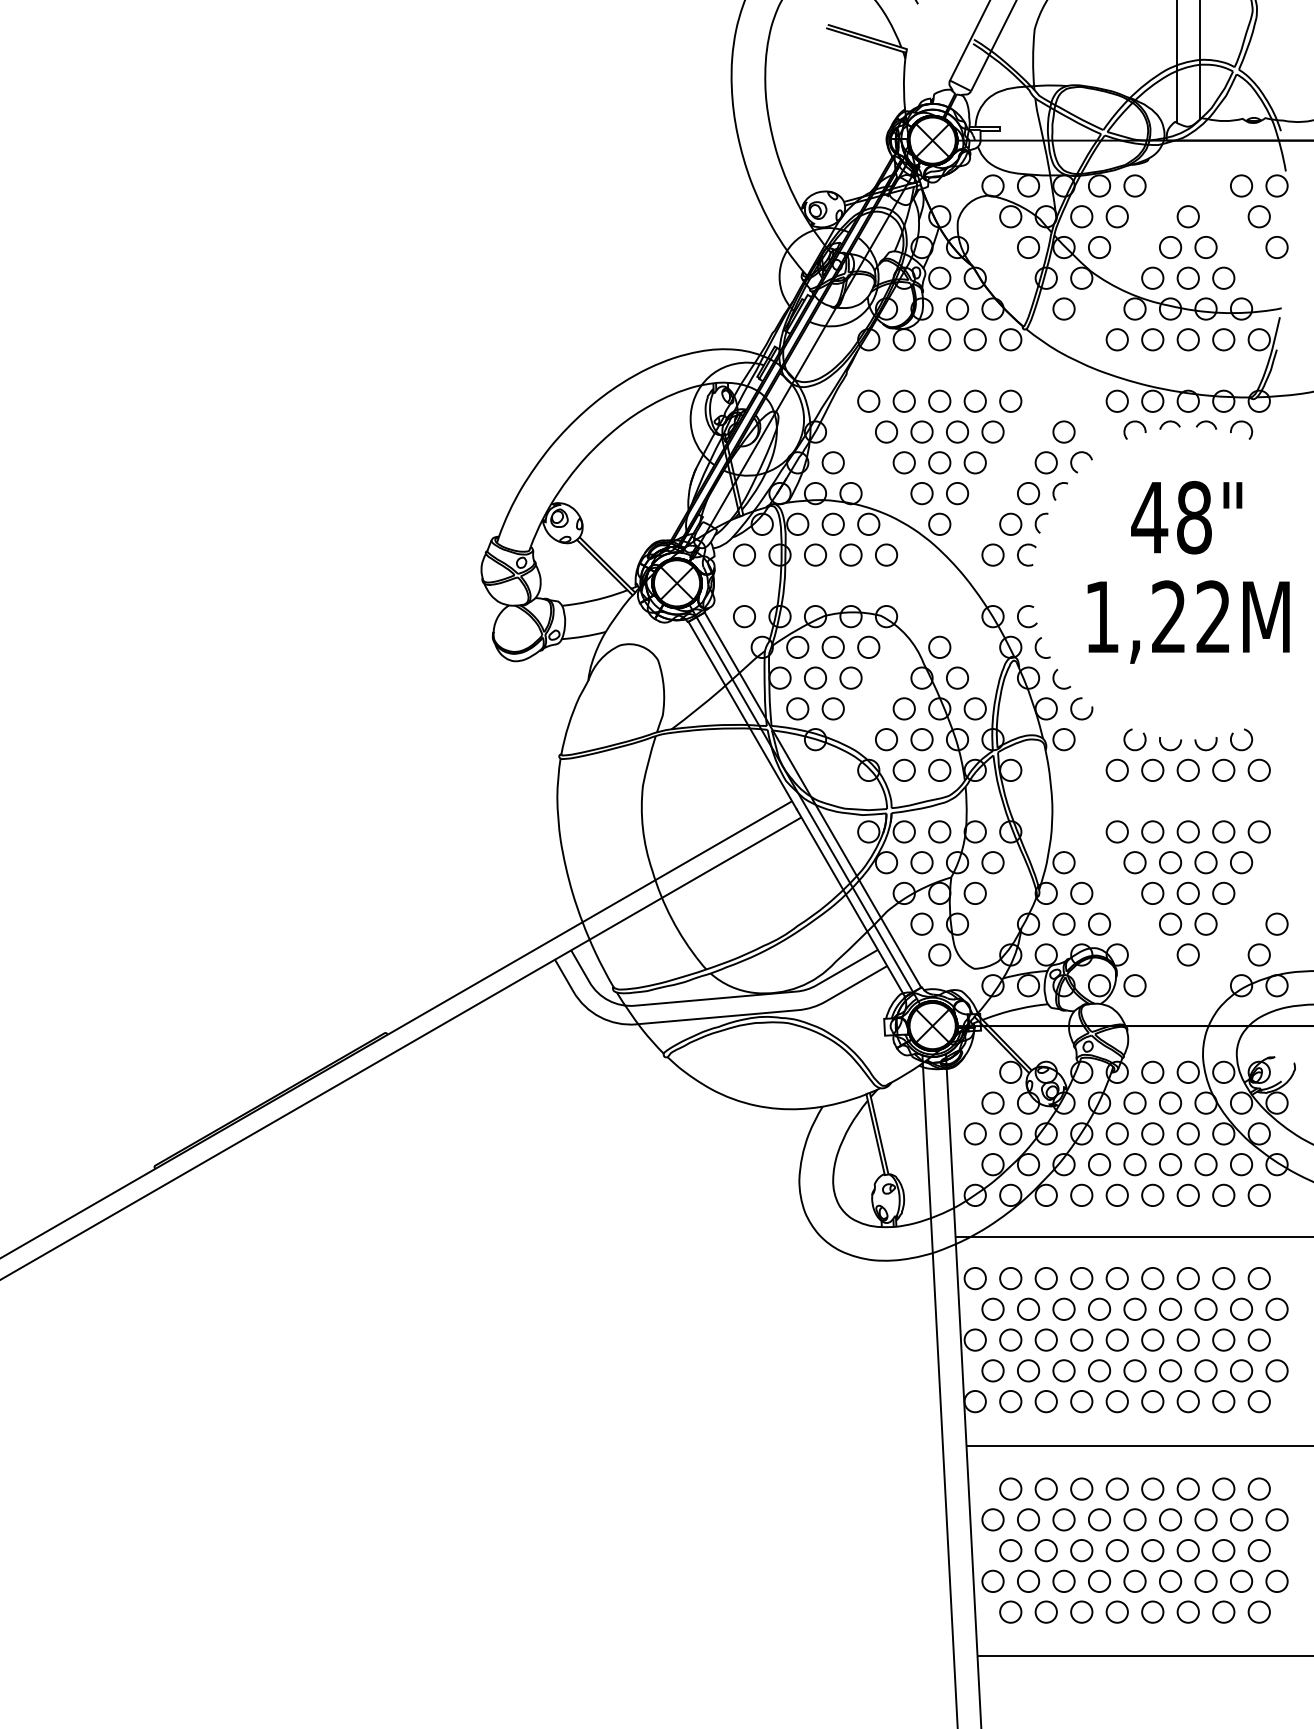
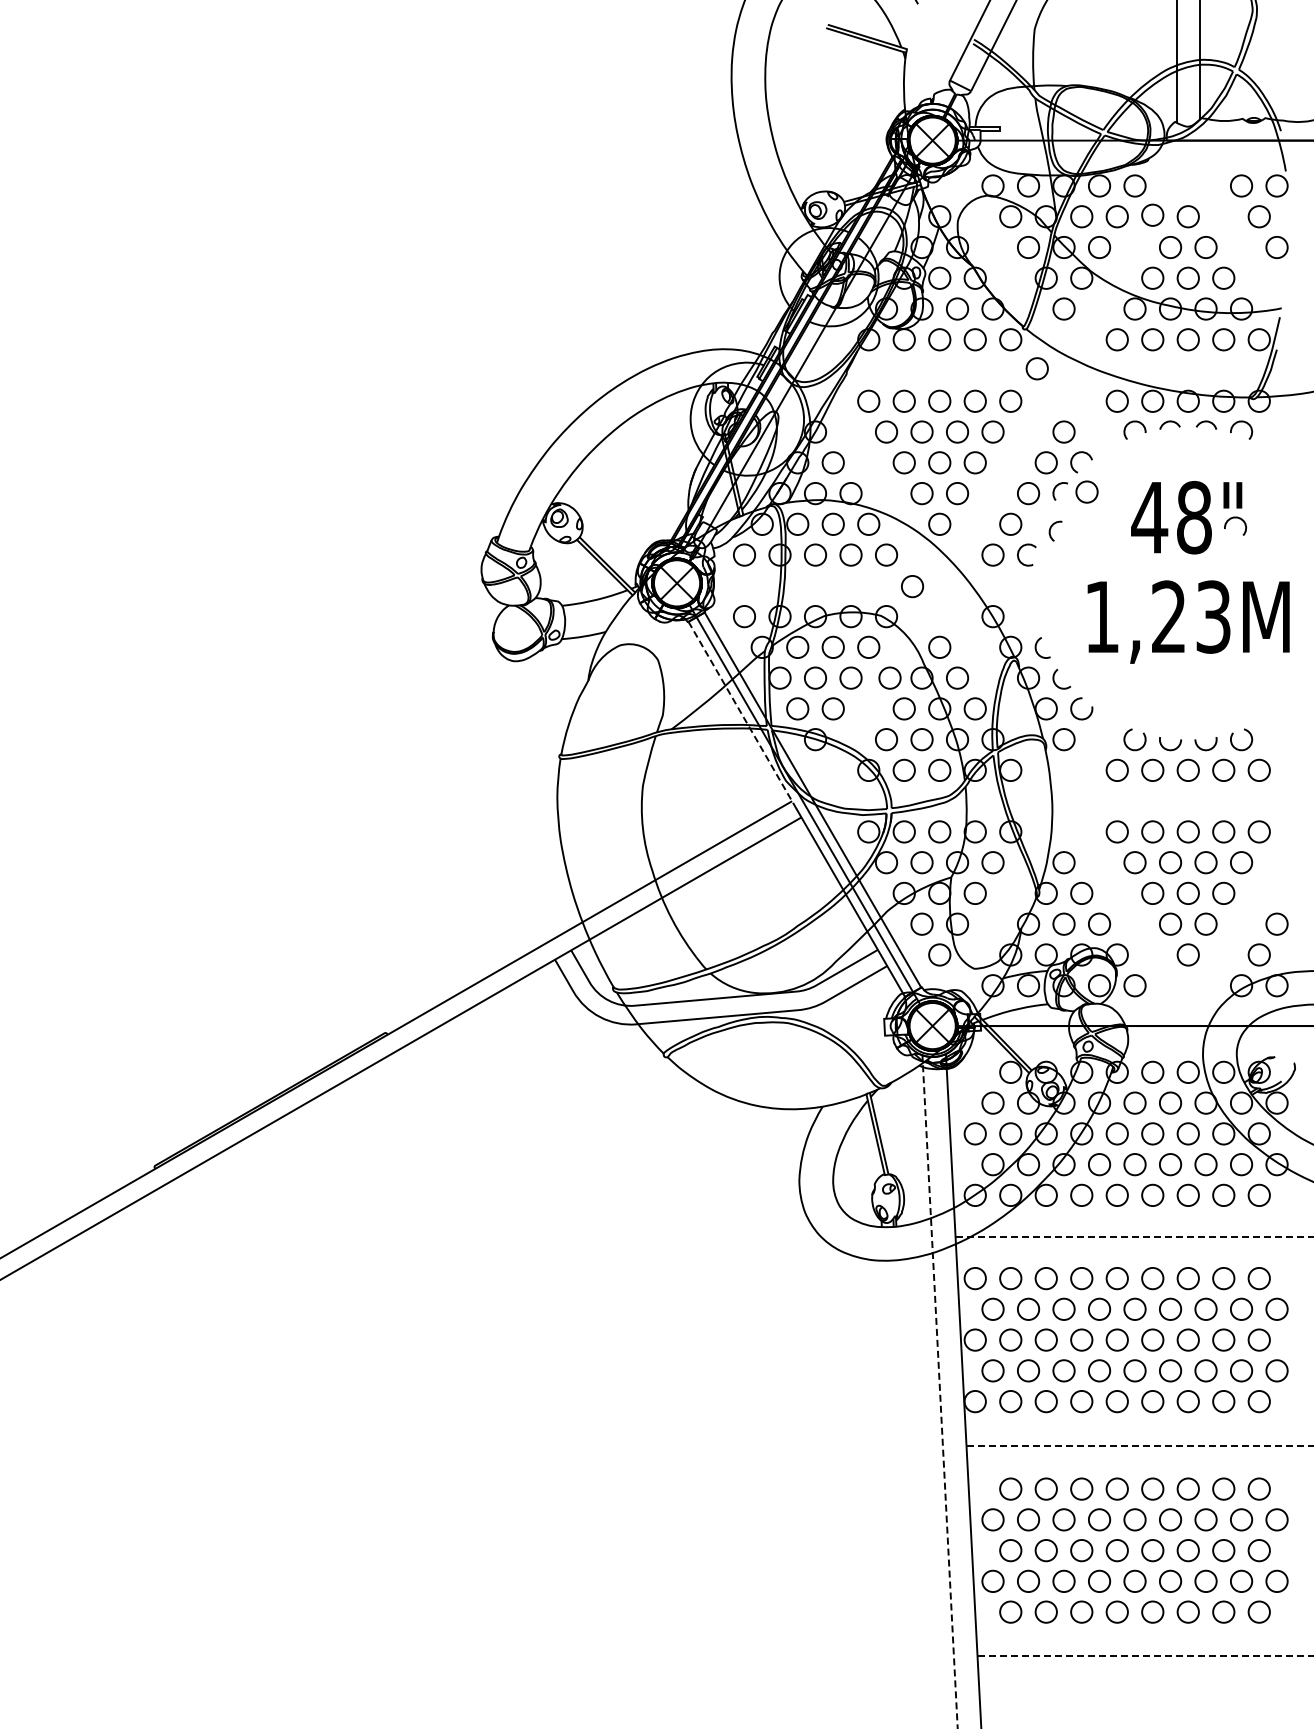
circle at (1152, 214): none -> present
circle at (1036, 368): none -> present
circle at (1086, 491): none -> present
arc at (1235, 518): none -> present
arc at (1037, 520) position: (1037, 520) -> (1051, 528)
circle at (912, 586): none -> present
arc at (1021, 610): present -> none
text at (1213, 616): 1,22M -> 1,23M
circle at (889, 677): none -> present
line at (742, 716): solid -> dashed
line at (1134, 1237): solid -> dashed
line at (940, 1391): solid -> dashed
line at (1140, 1446): solid -> dashed
line at (1145, 1655): solid -> dashed
